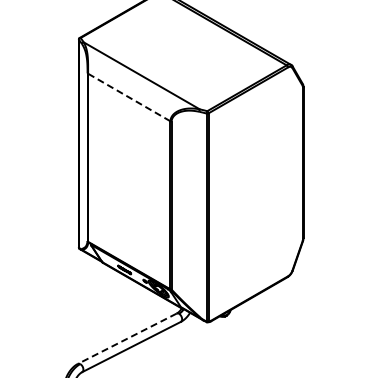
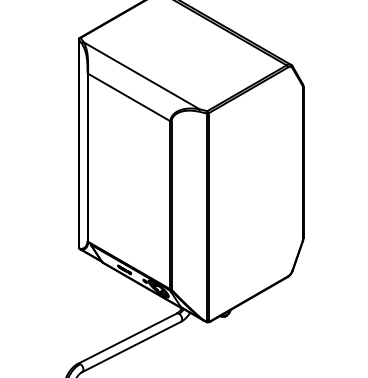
line at (129, 97): dashed -> solid
line at (126, 339): dashed -> solid
